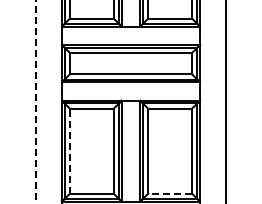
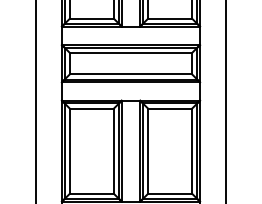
line at (35, 101): dashed -> solid
line at (69, 150): dashed -> solid
line at (170, 193): dashed -> solid
